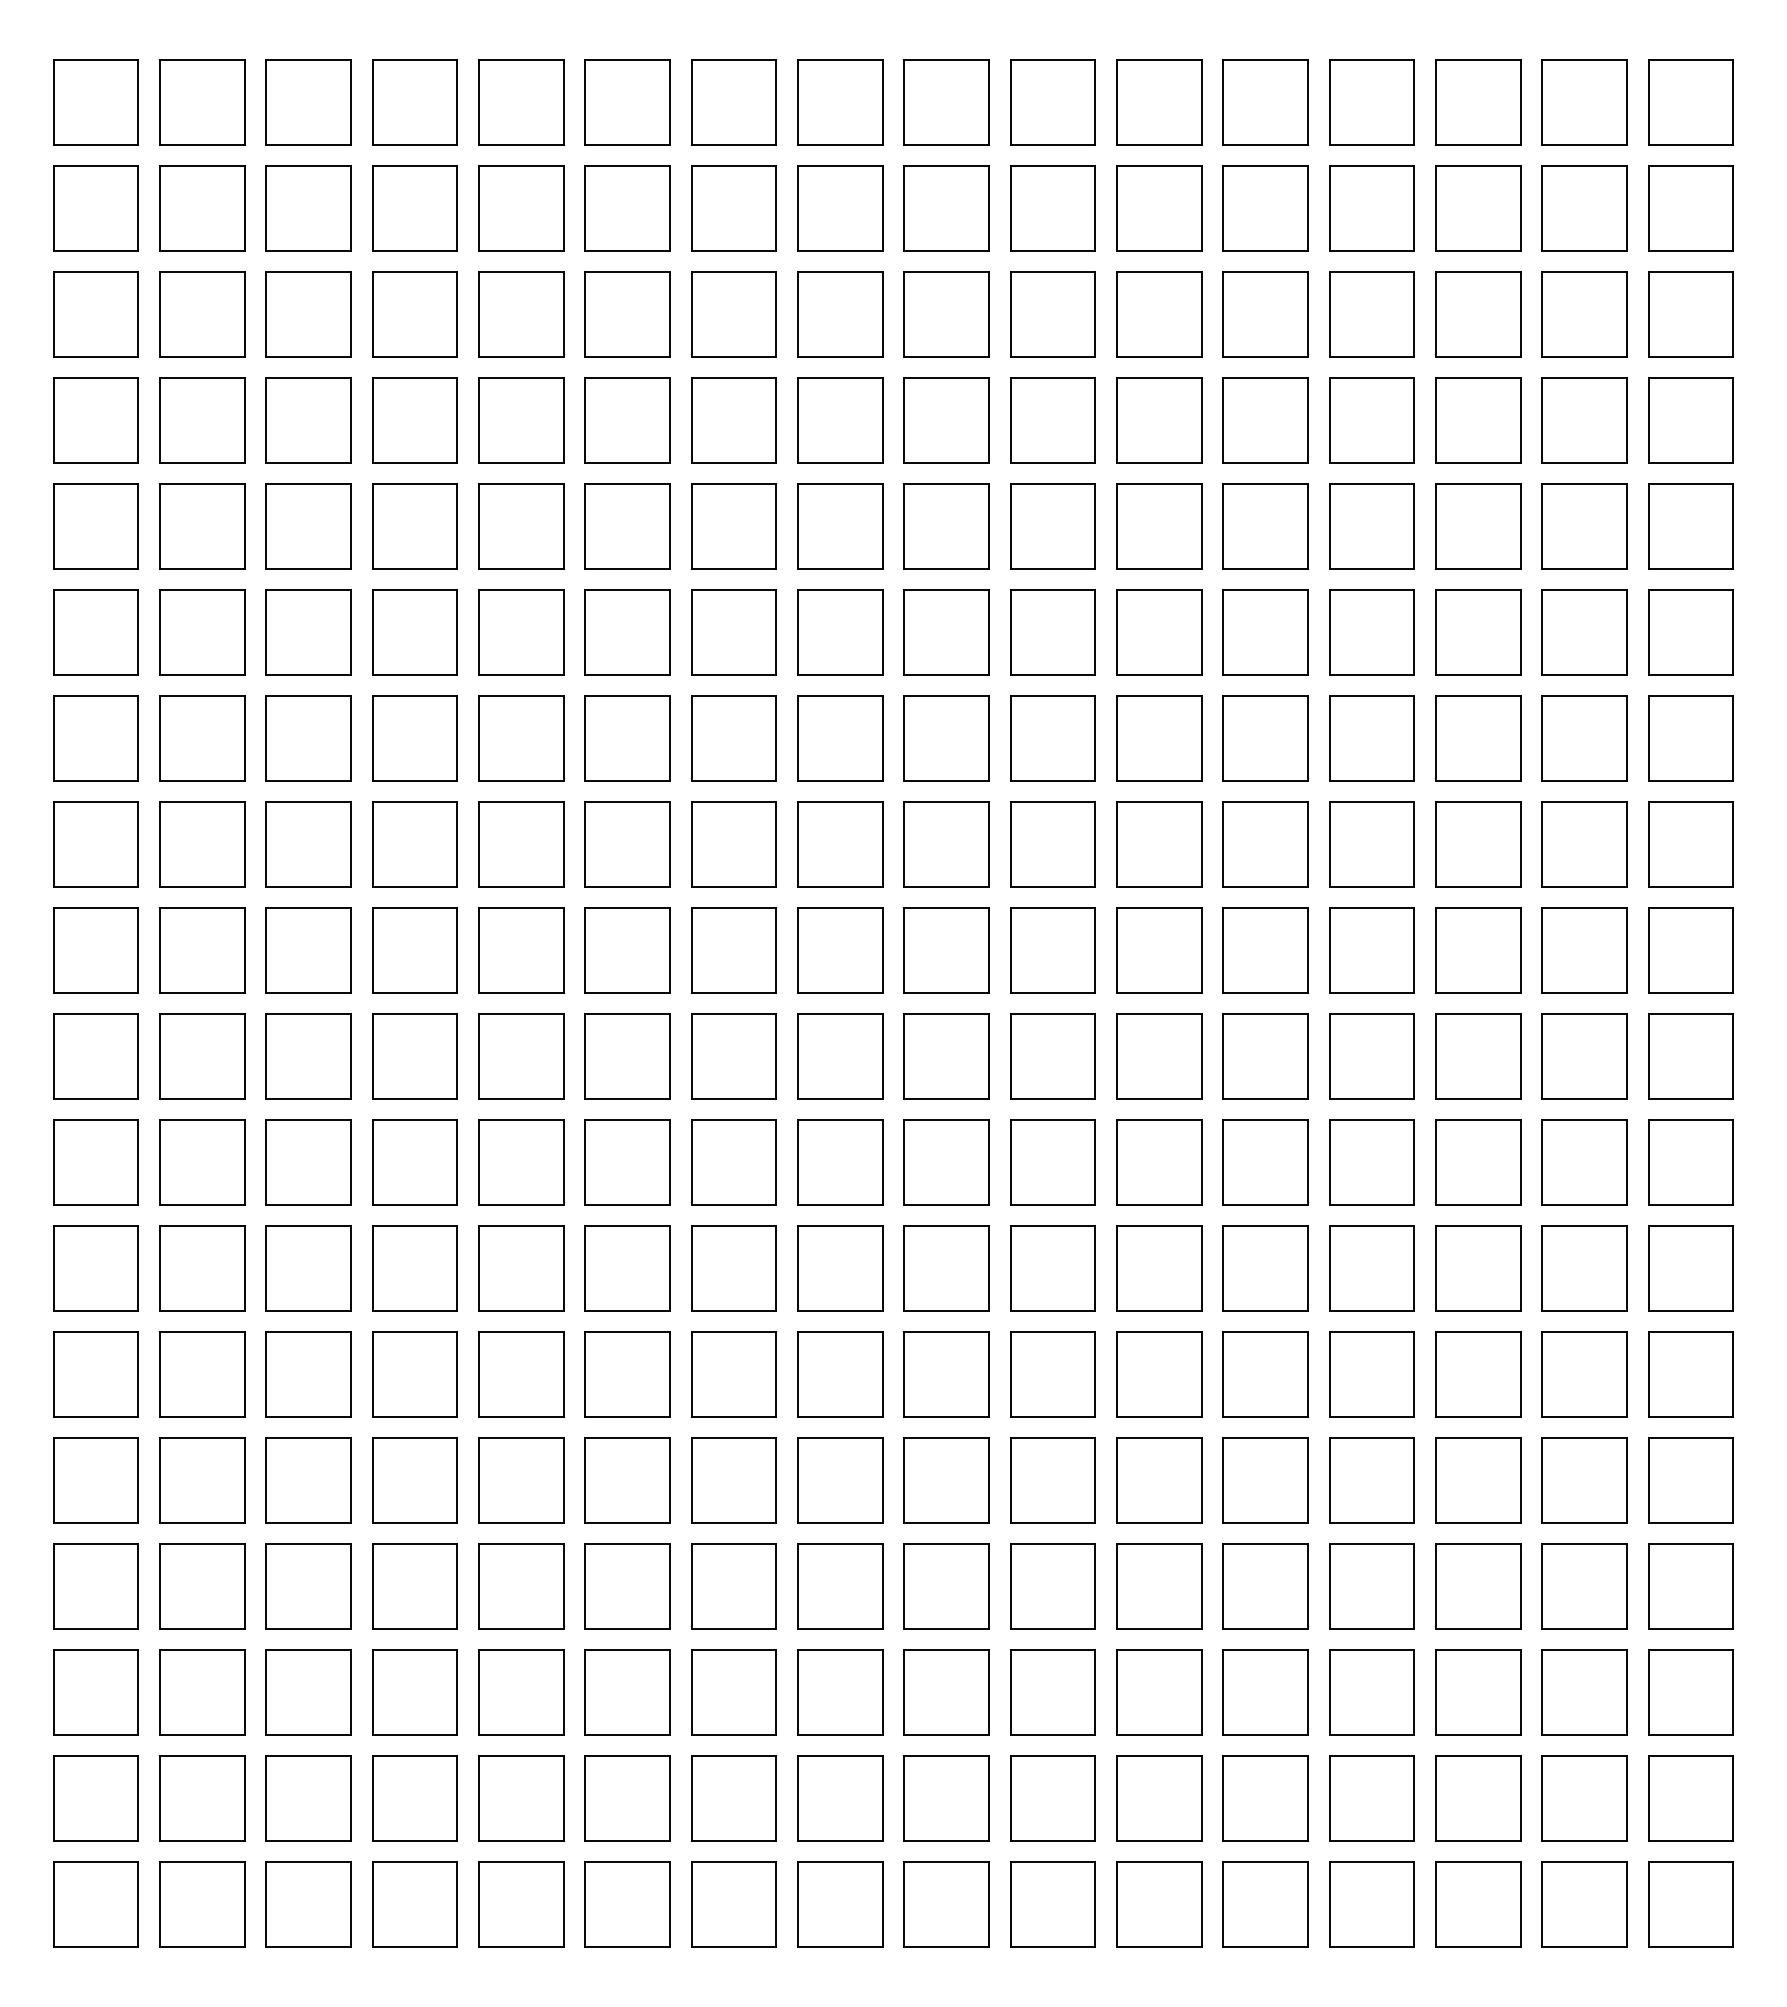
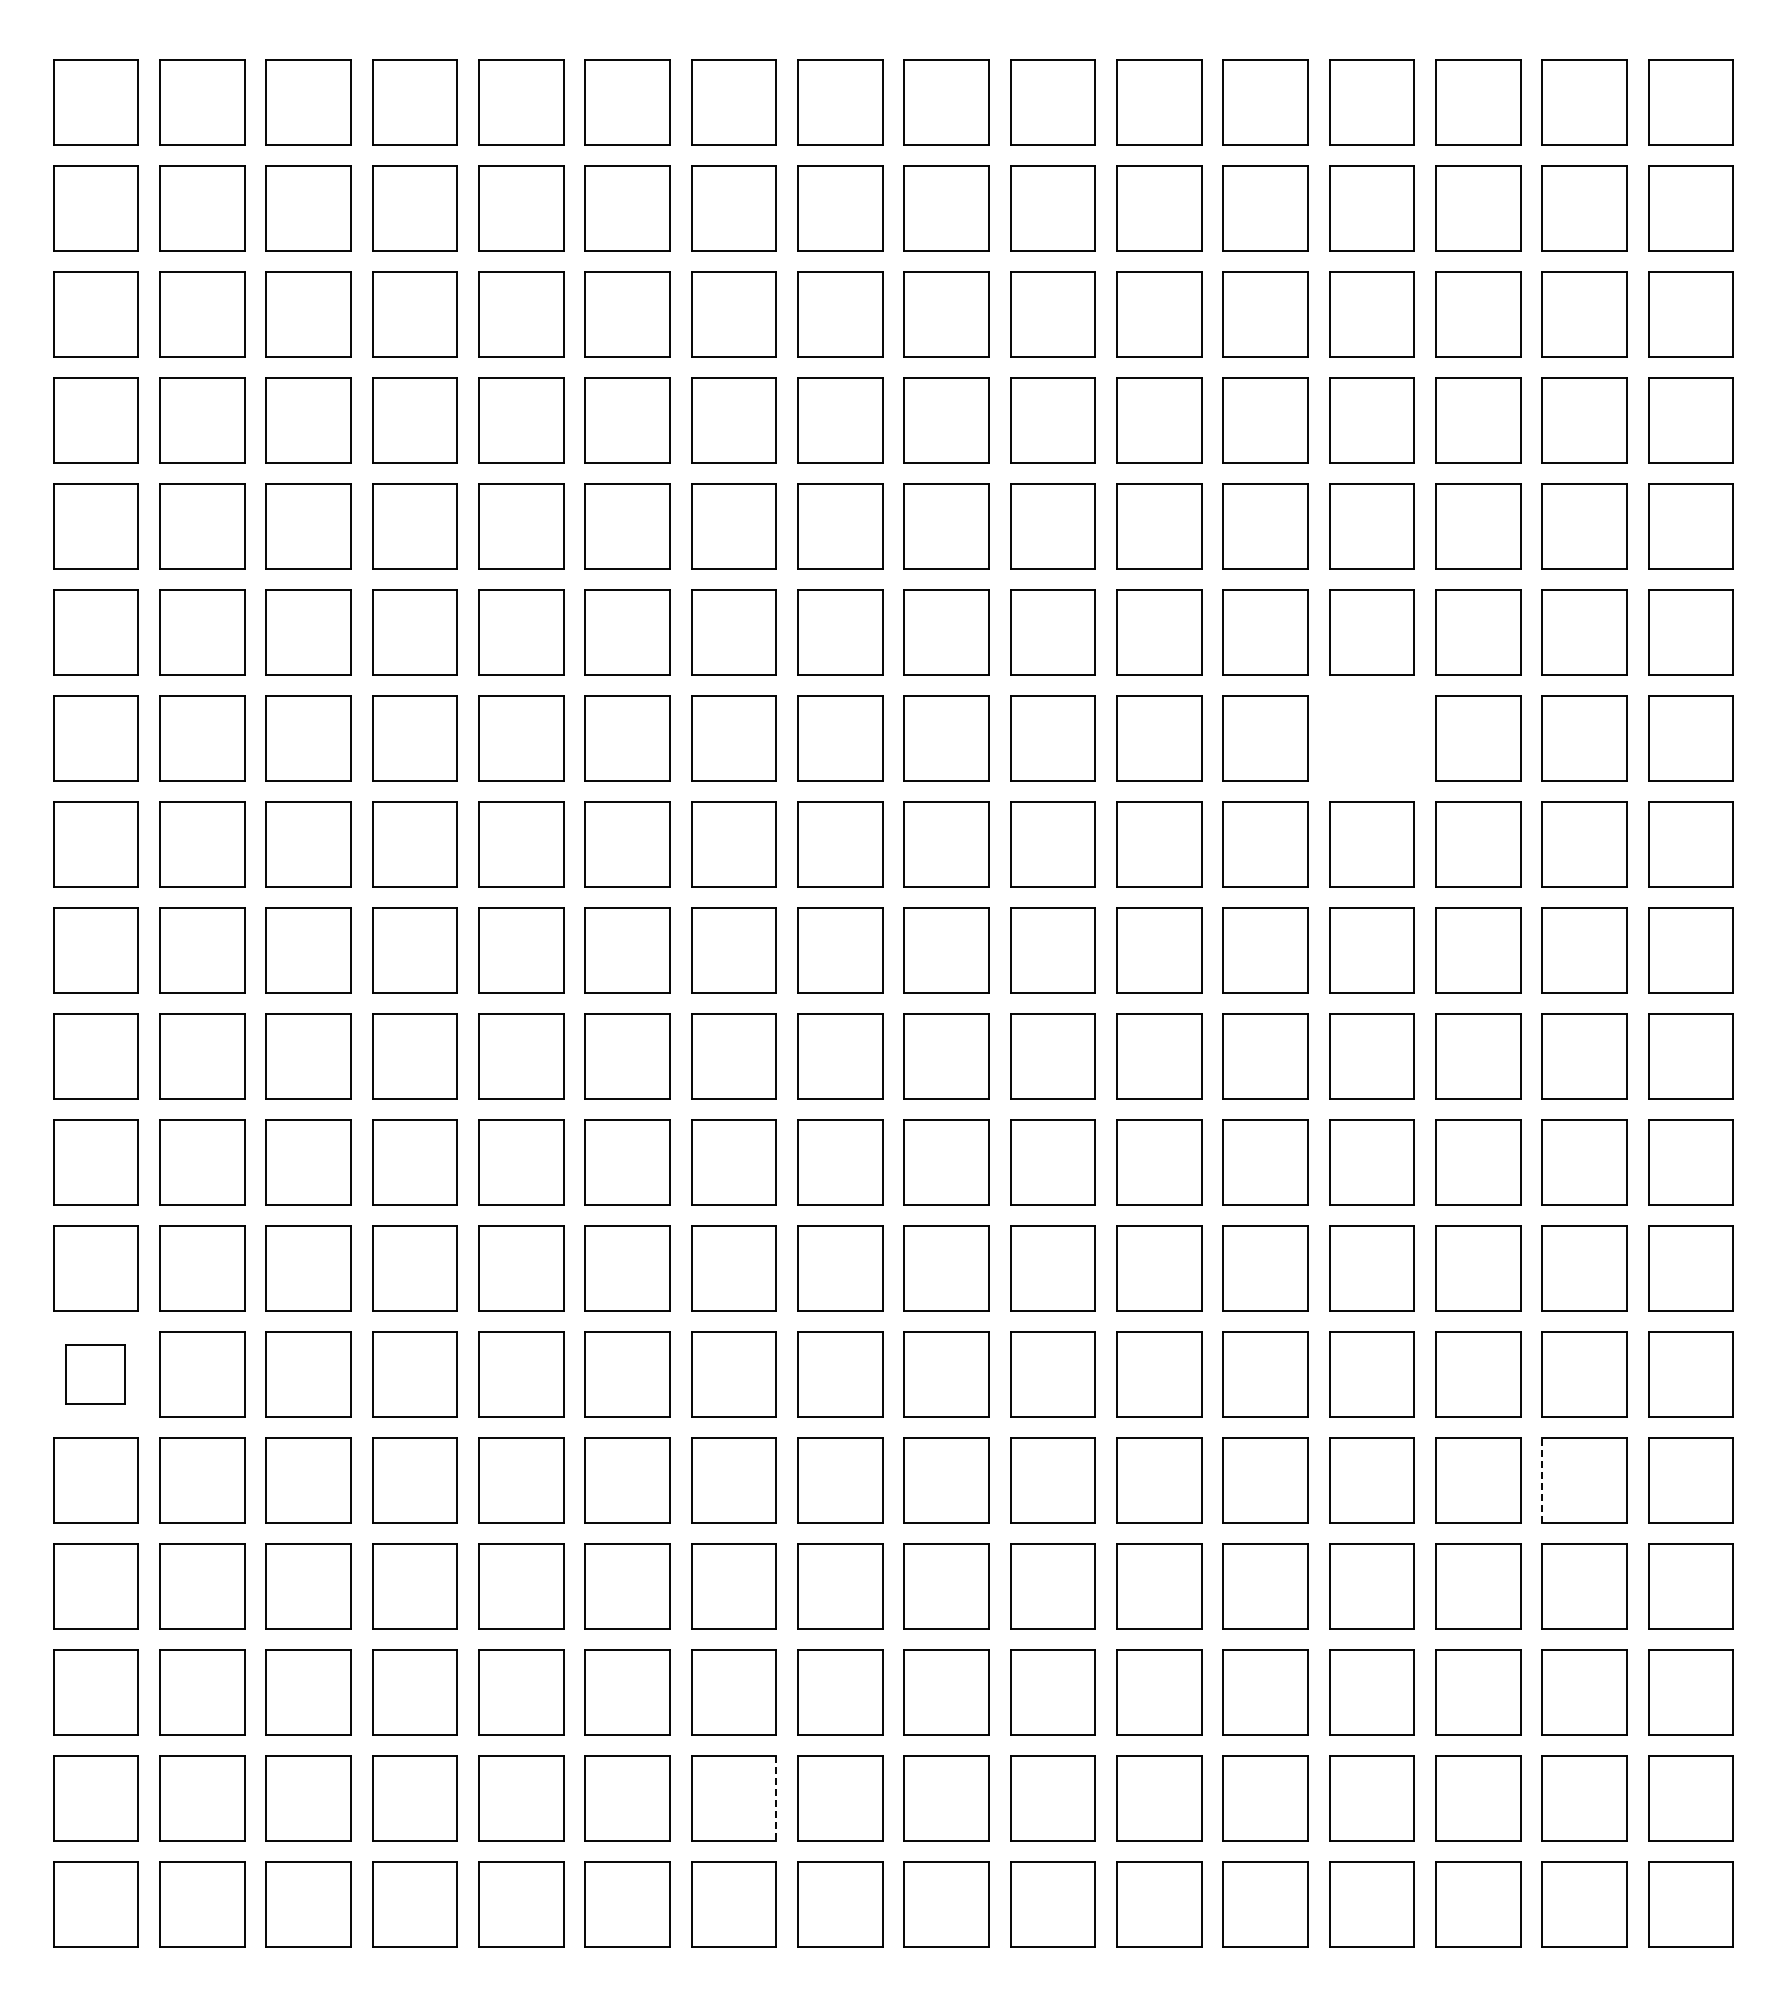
part at (1371, 738): present -> none
part at (95, 1374) size: 86x87 px -> 61x61 px
line at (1542, 1479): solid -> dashed
line at (776, 1798): solid -> dashed
